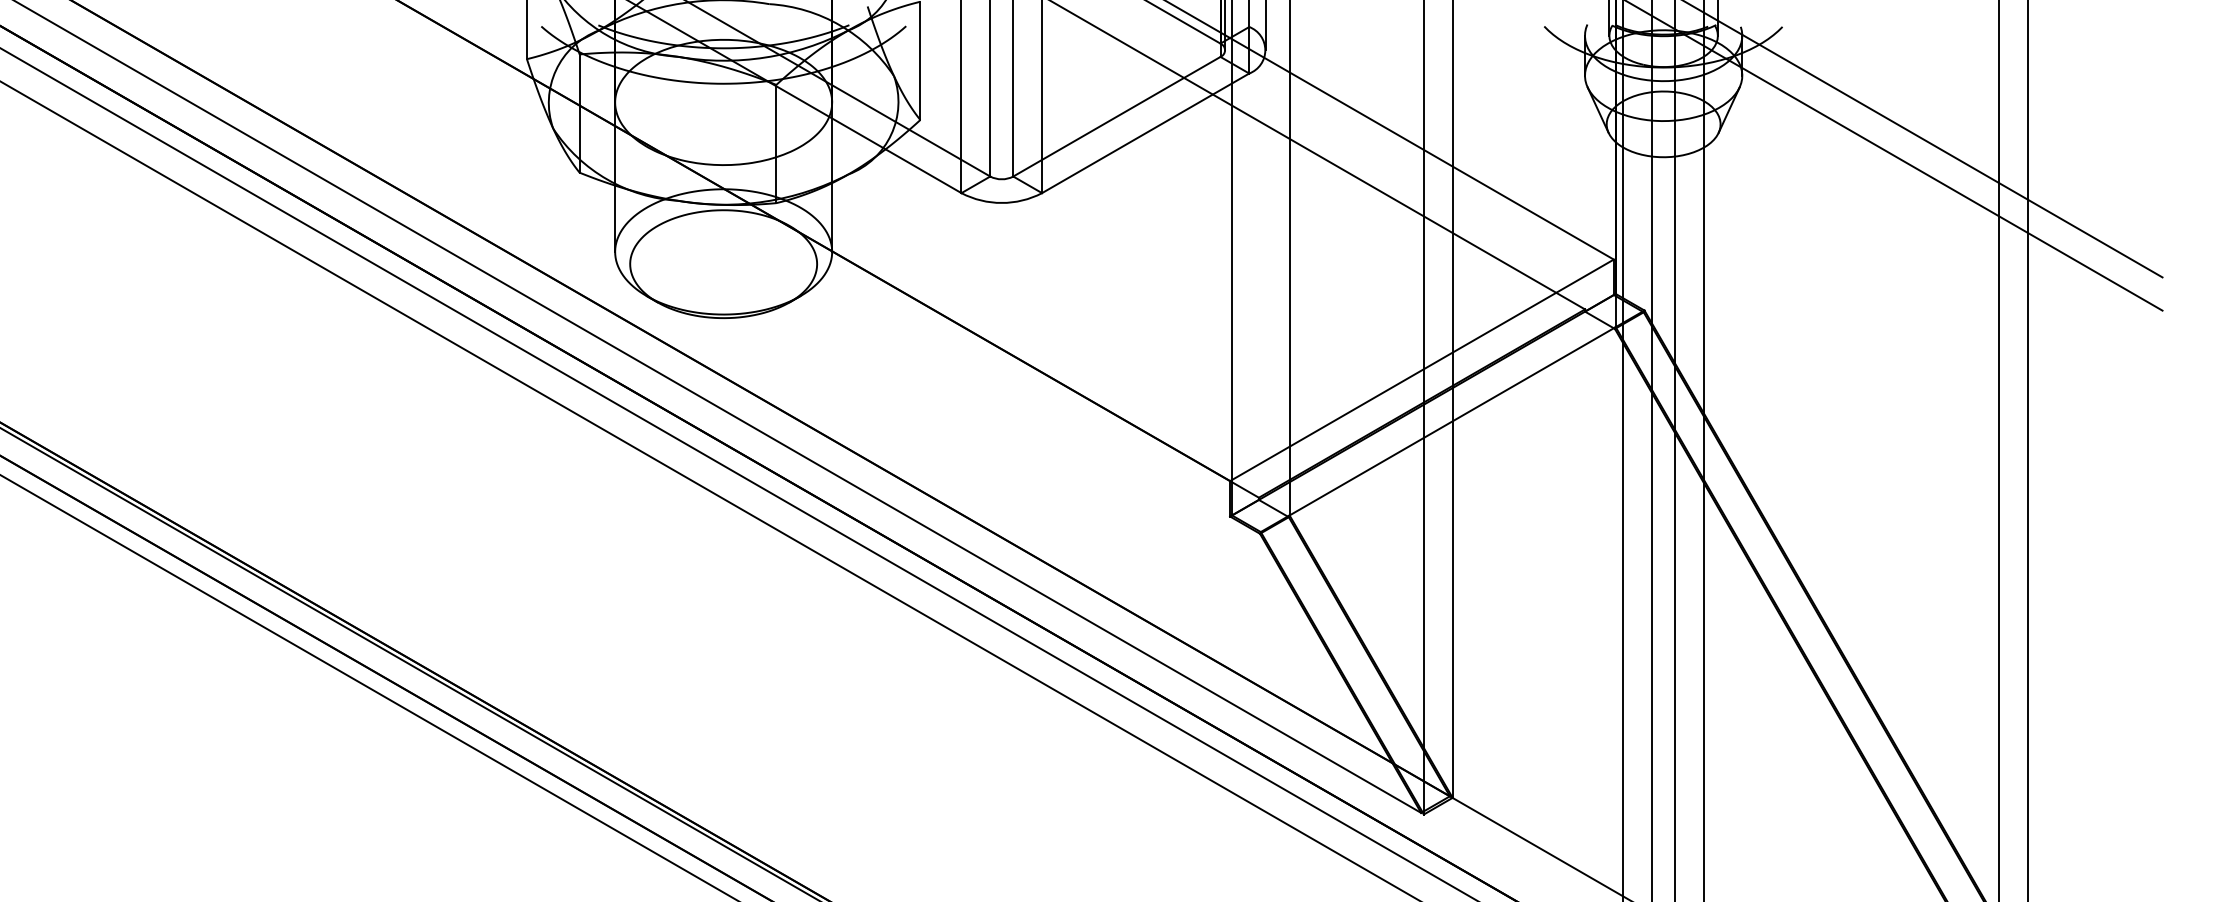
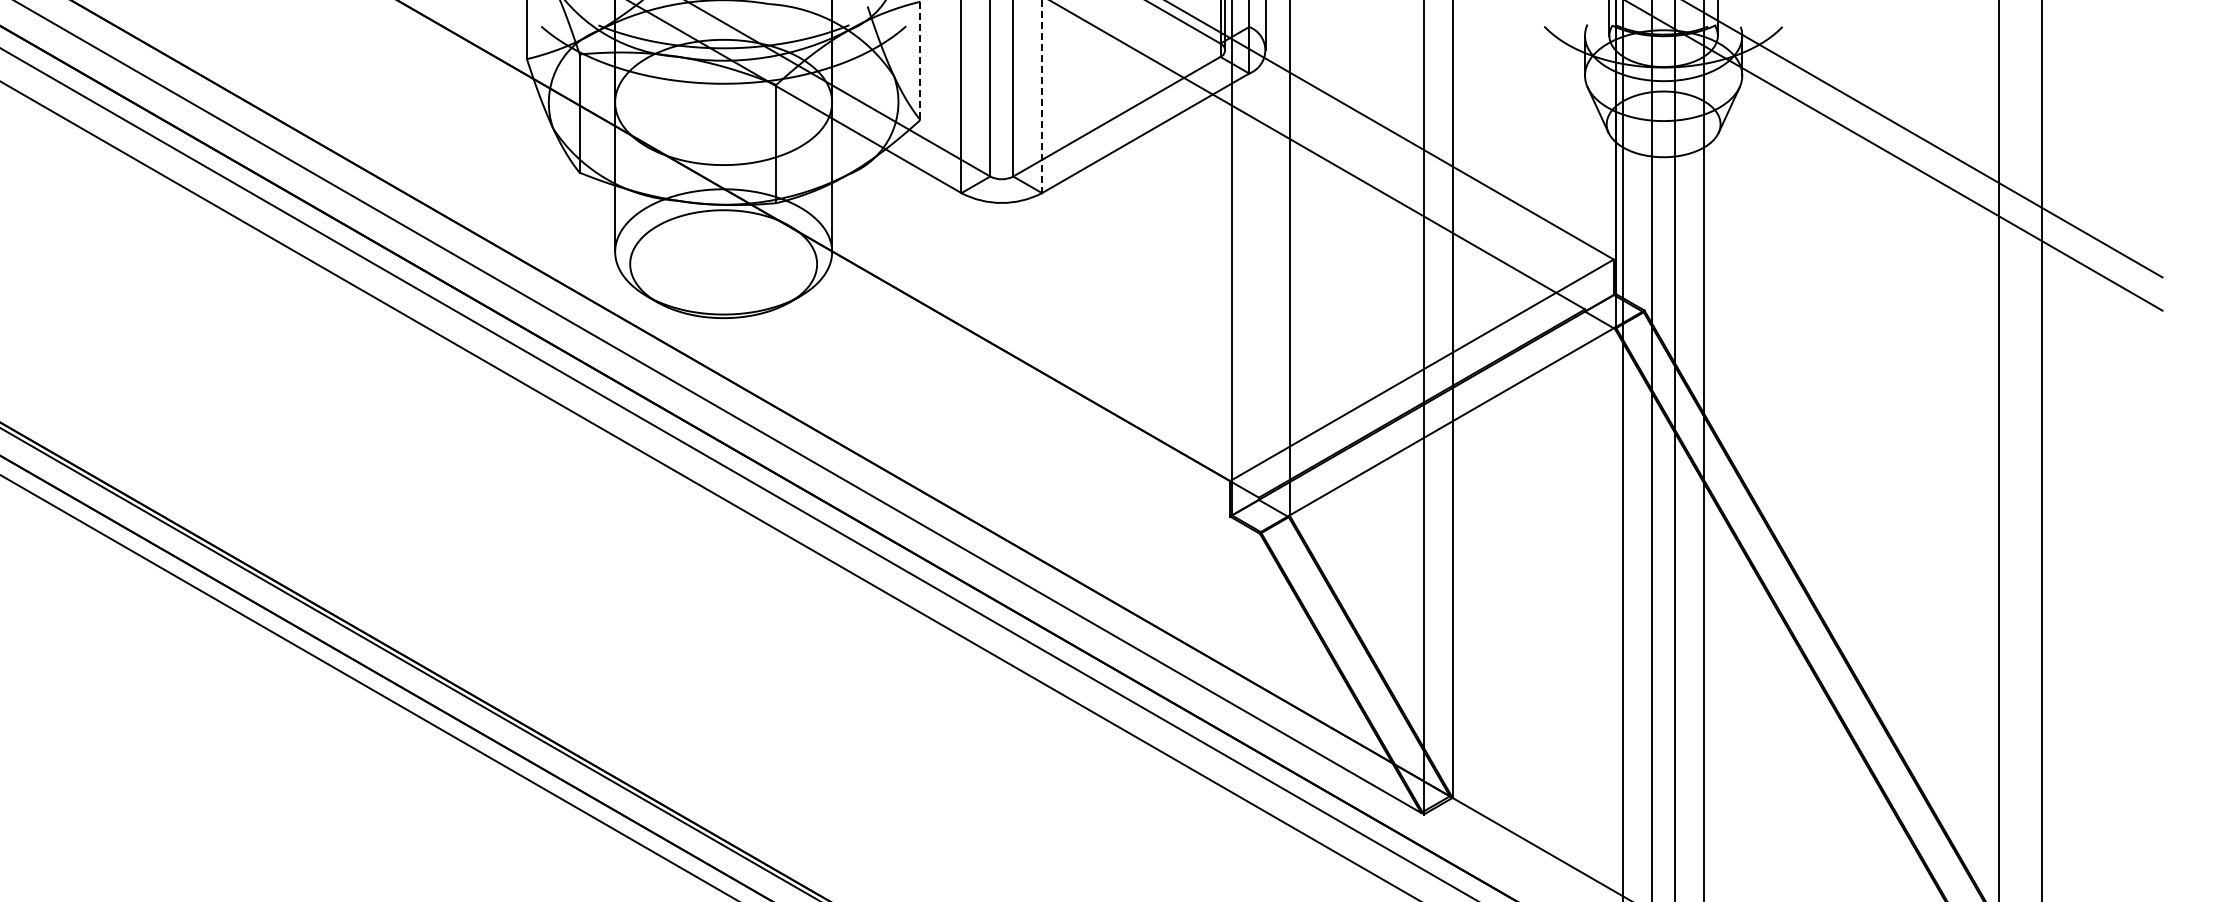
line at (920, 61): solid -> dashed
line at (1042, 97): solid -> dashed
line at (2028, 450) position: (2028, 450) -> (2042, 450)
